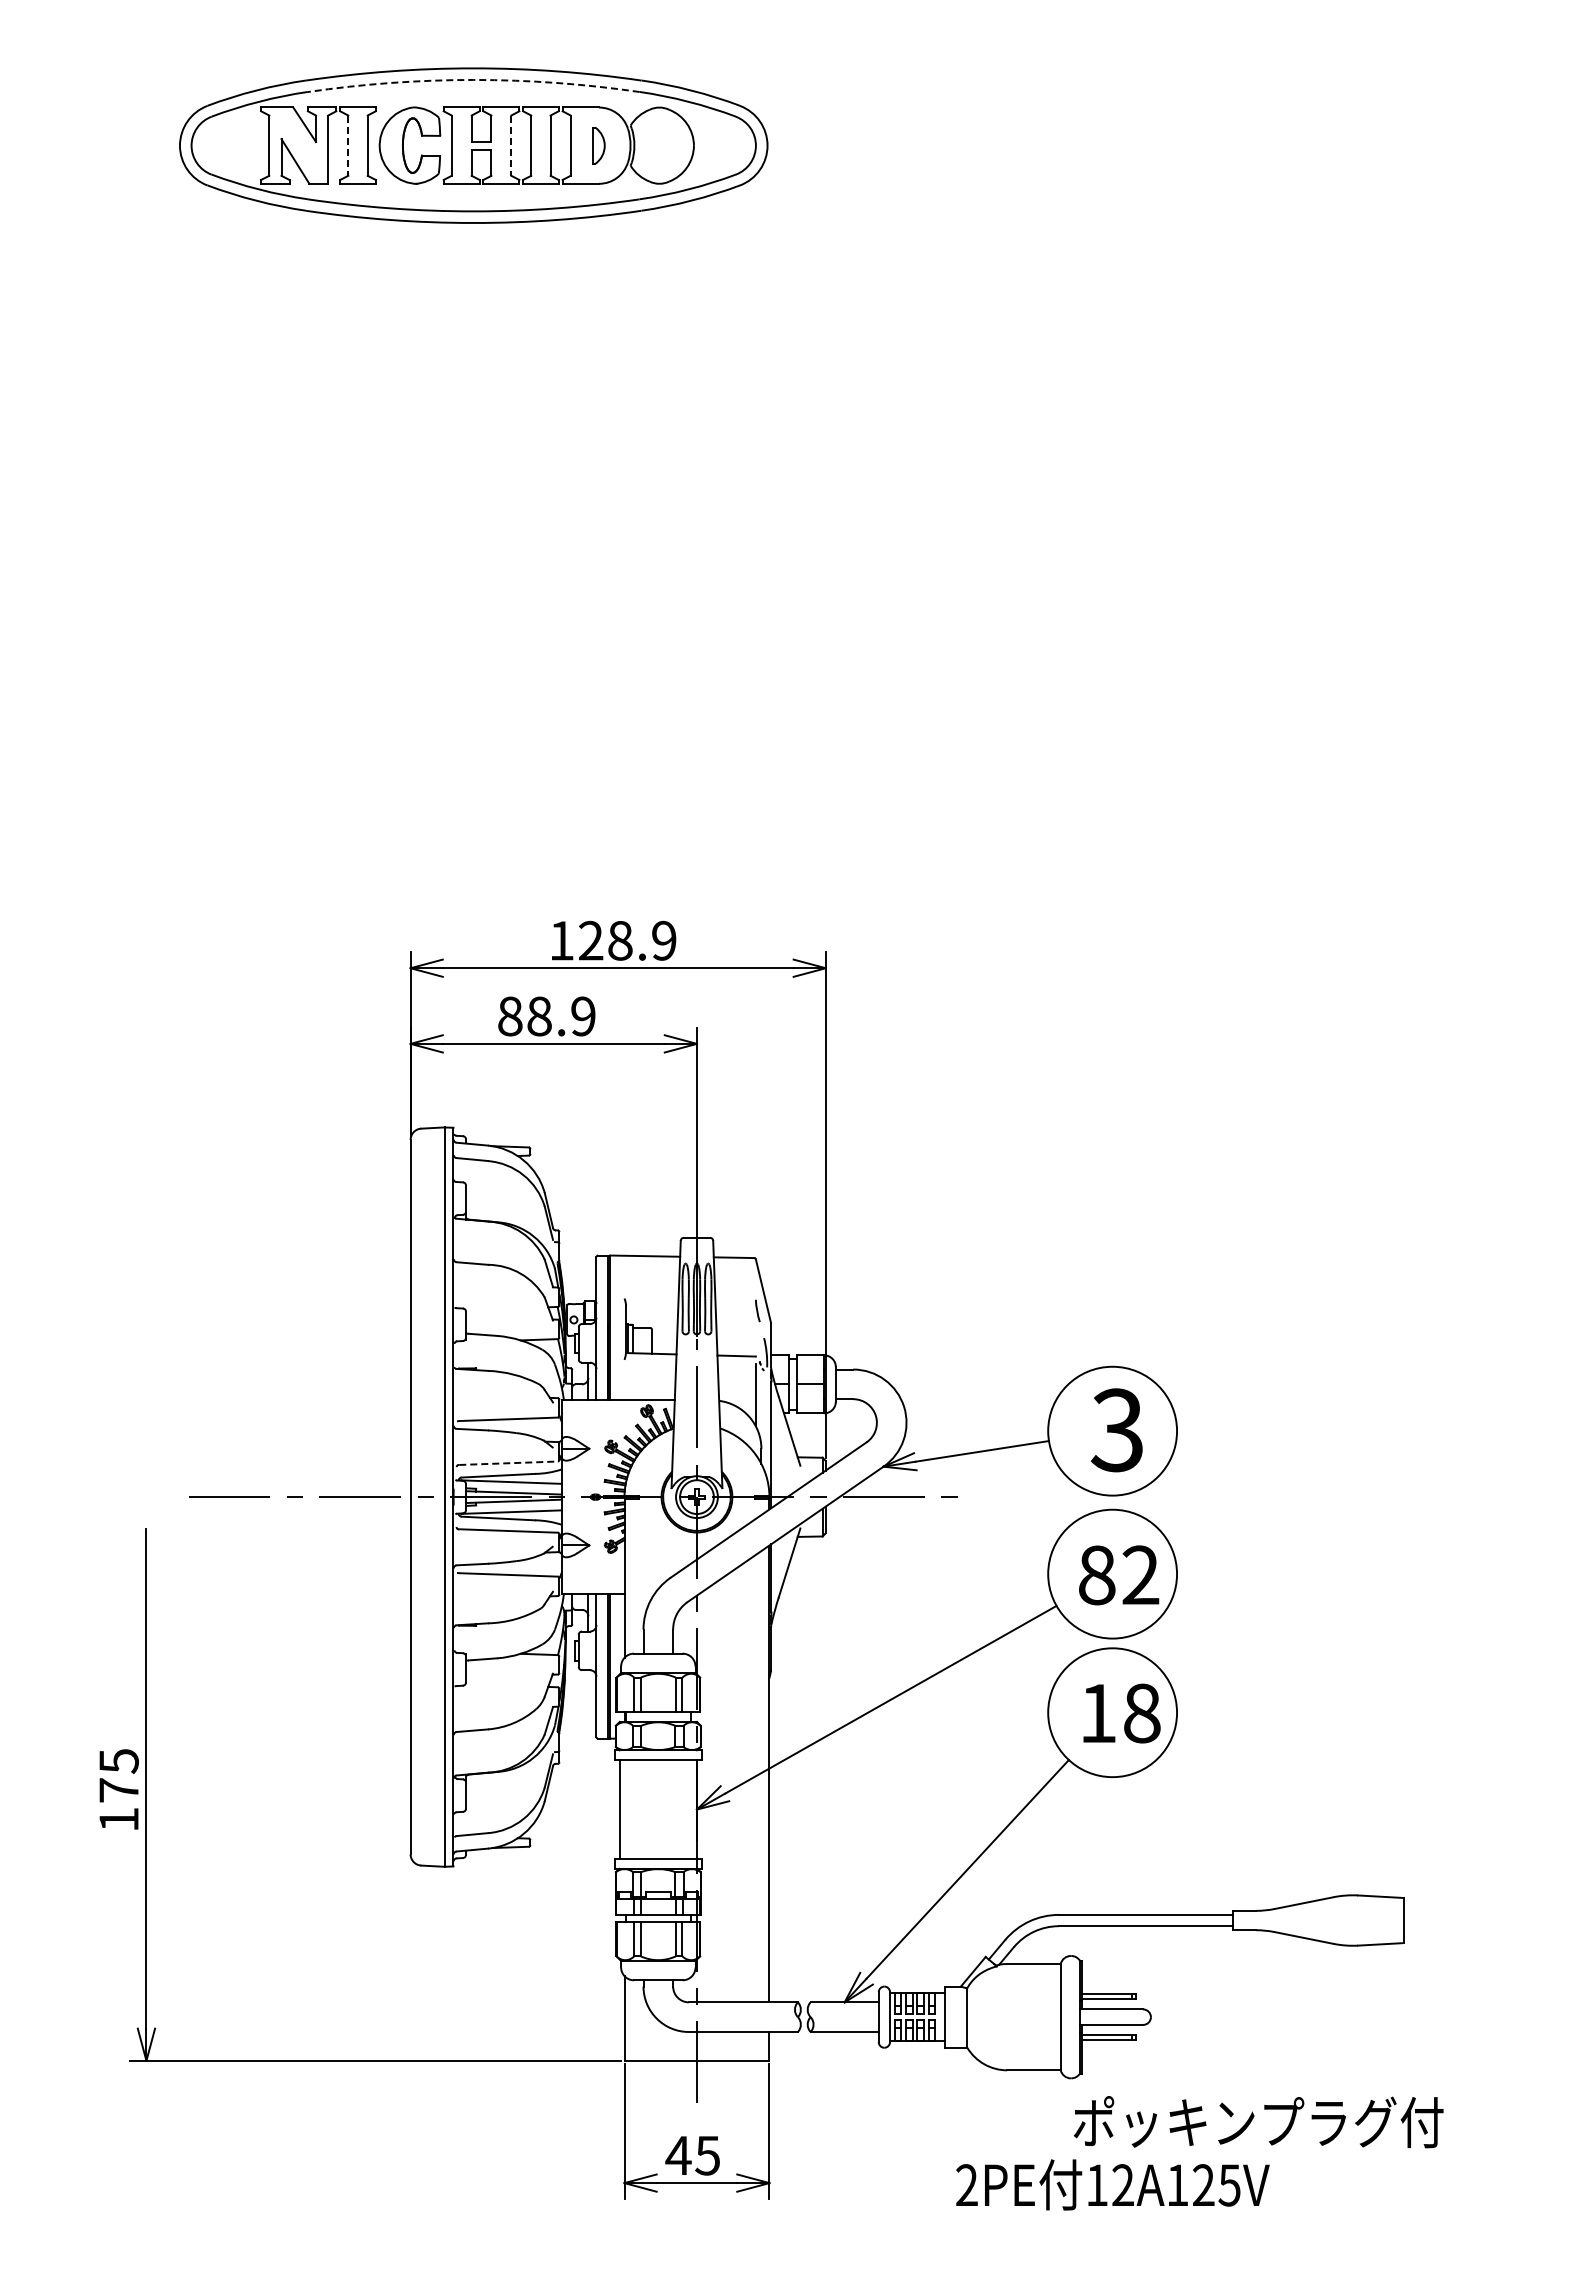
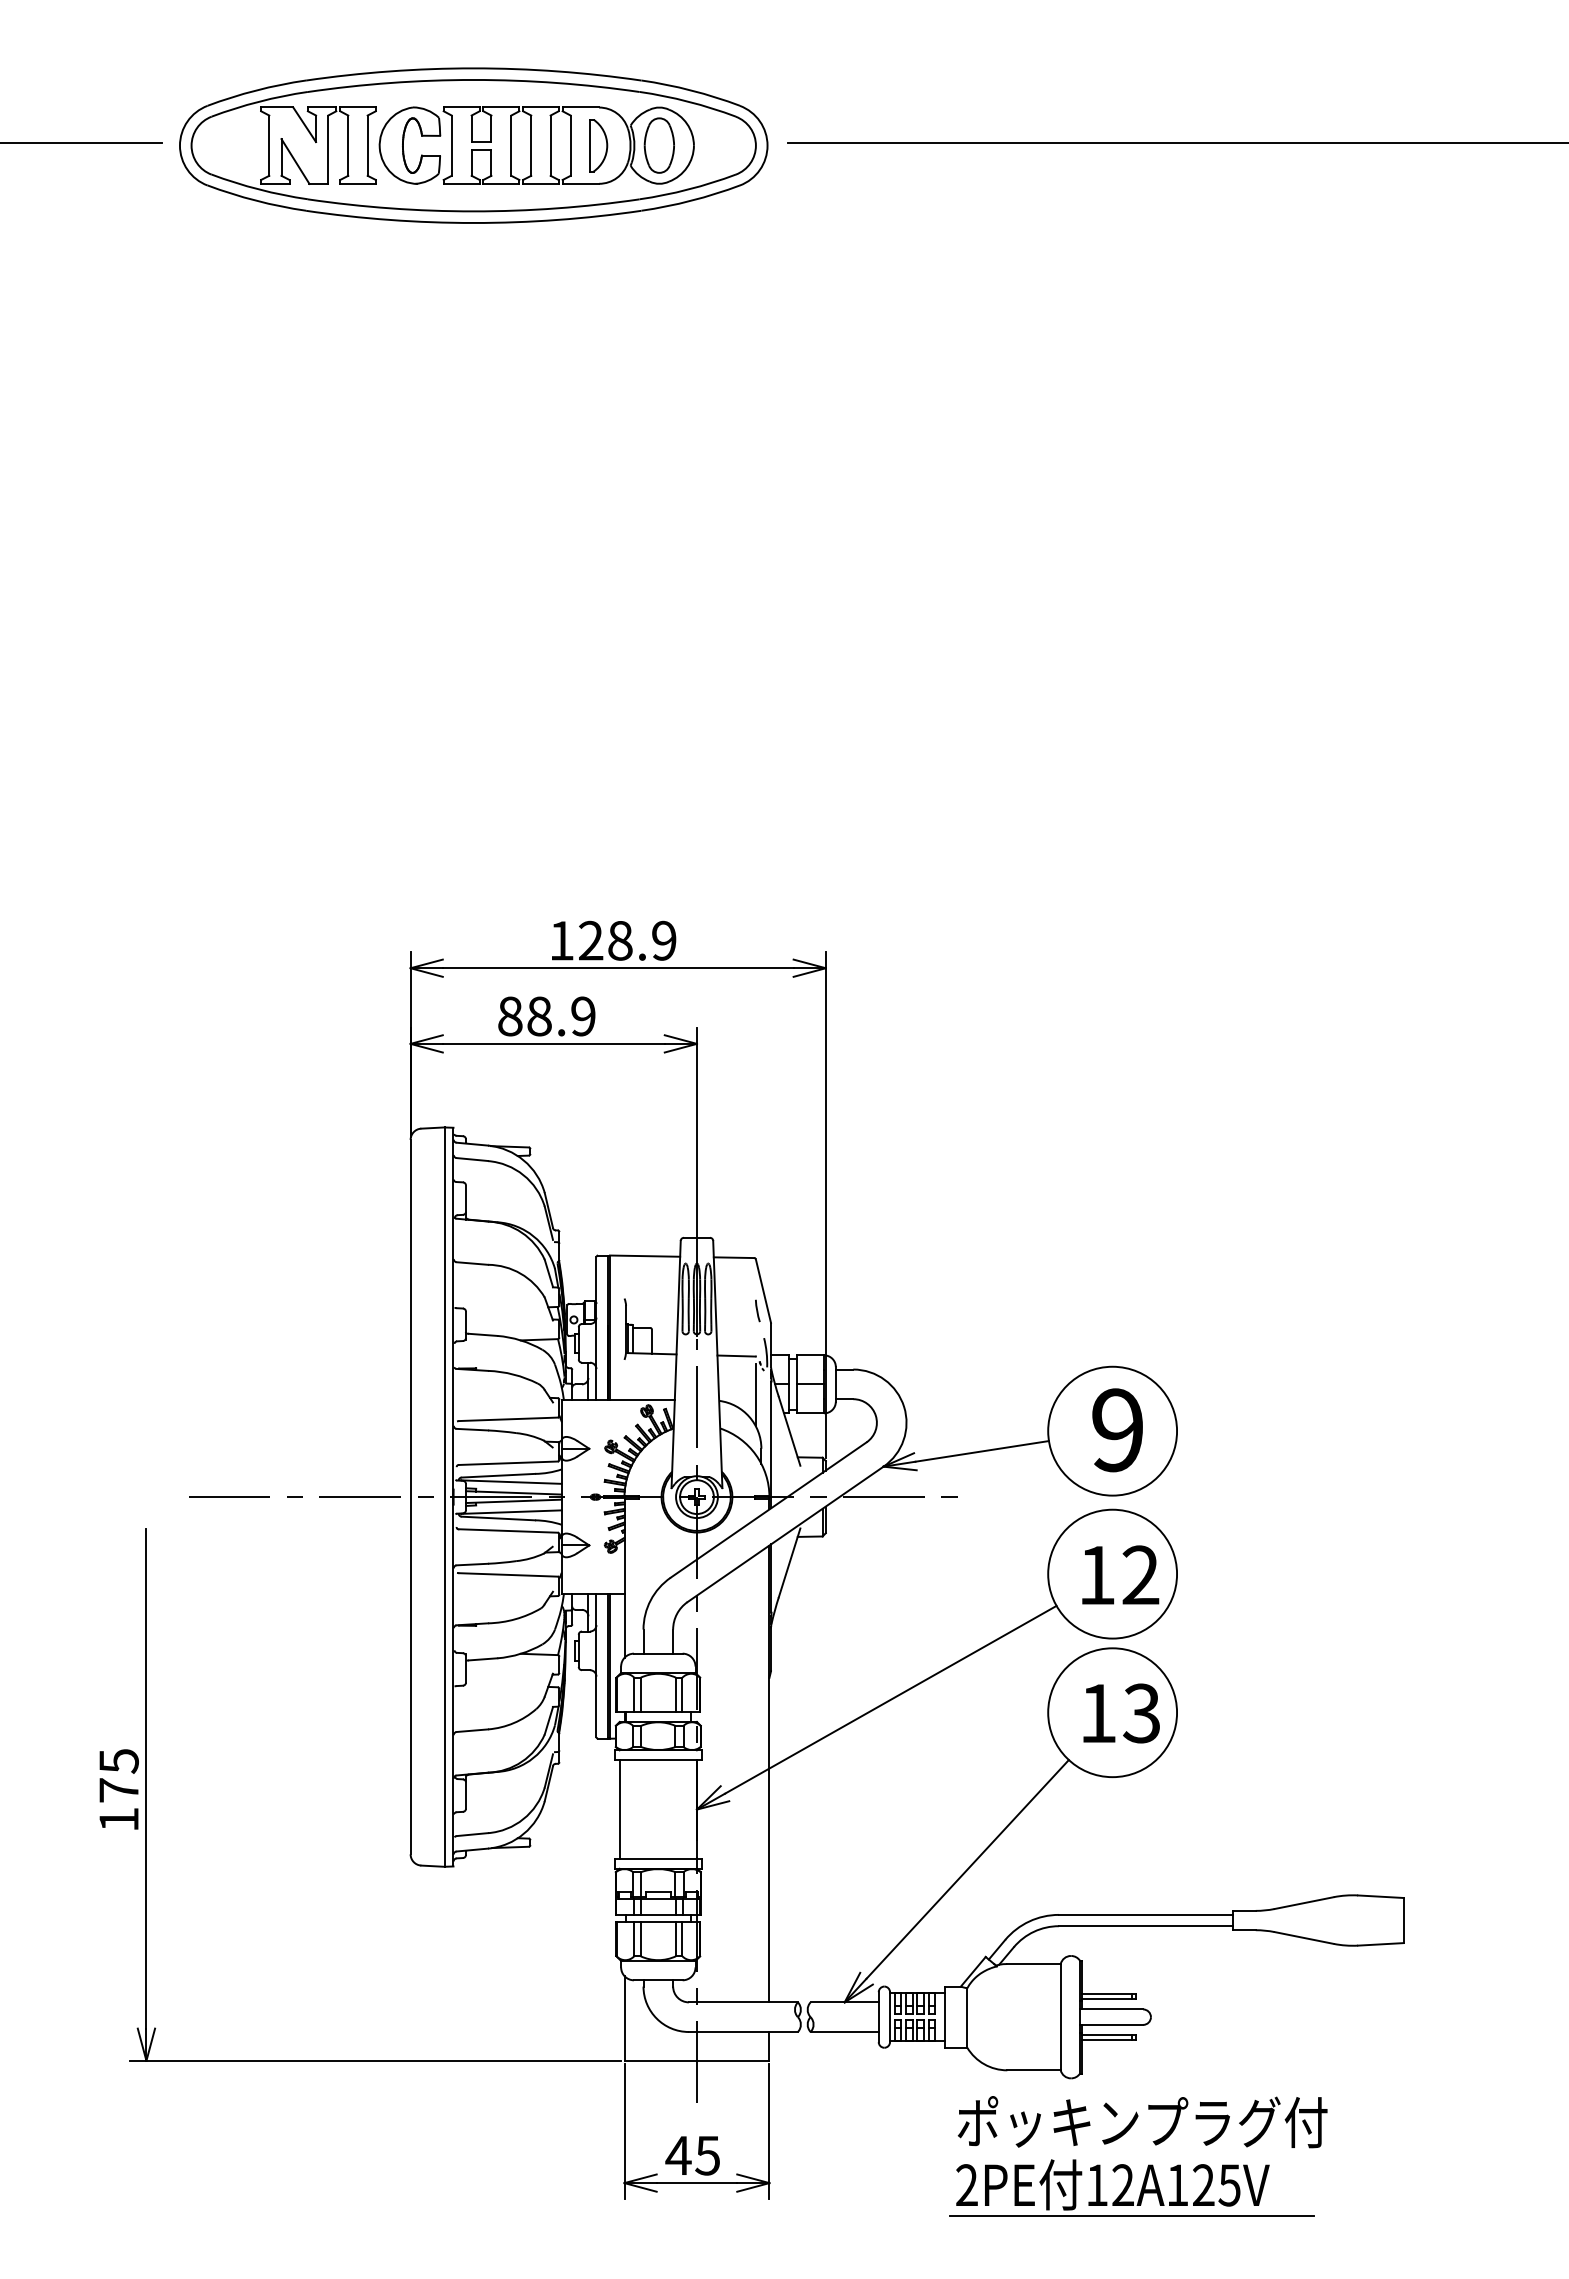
arc at (473, 79): dashed -> solid
line at (82, 142): none -> present
line at (1176, 142): none -> present
part at (598, 145) size: 14x38 px -> 20x54 px
part at (658, 145): none -> present
line at (348, 146): dashed -> solid
line at (511, 146): dashed -> solid
text at (1116, 1430): 3 -> 9
line at (509, 1463): dashed -> solid
text at (1097, 1575): 82 -> 12
text at (1141, 1713): 18 -> 13
text at (1258, 2122) position: (1258, 2122) -> (1142, 2122)
line at (1131, 2215): none -> present
